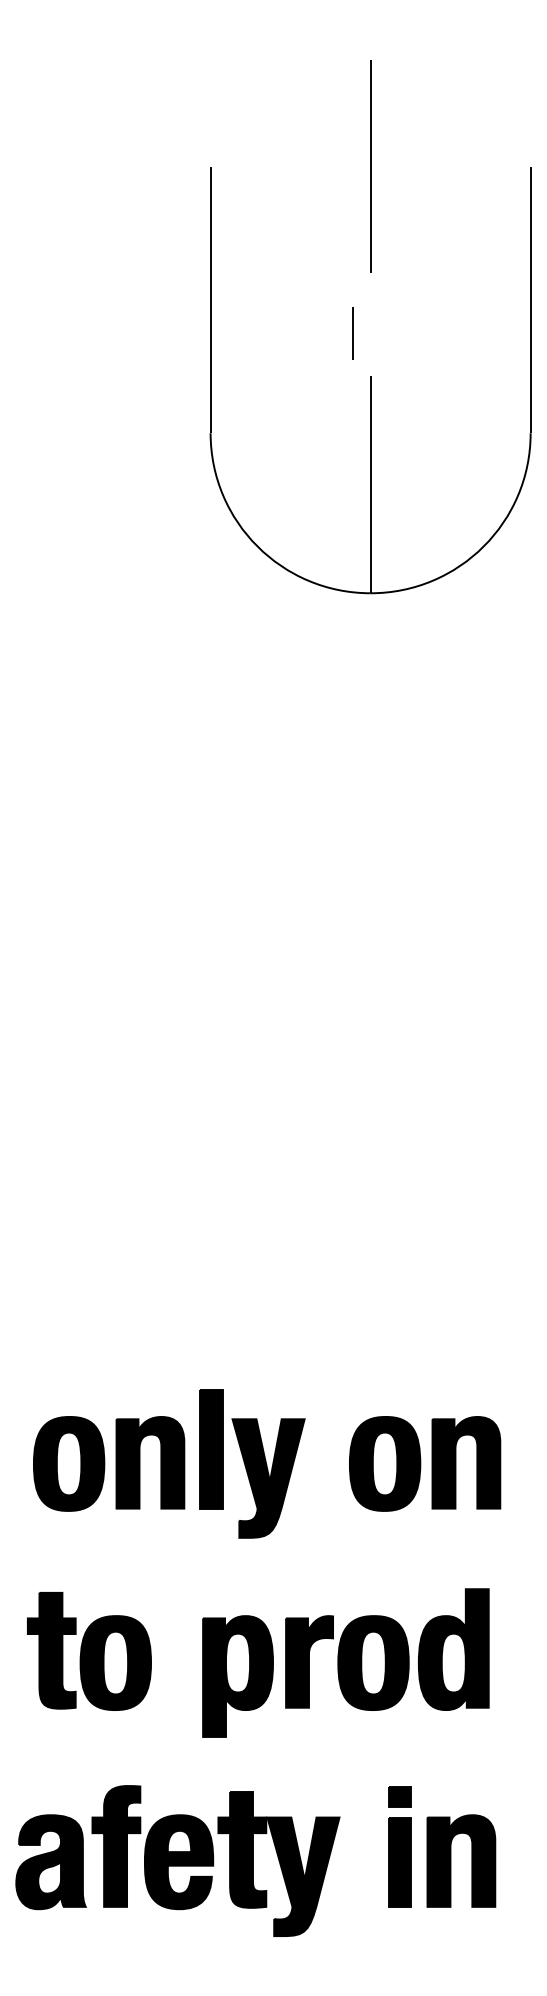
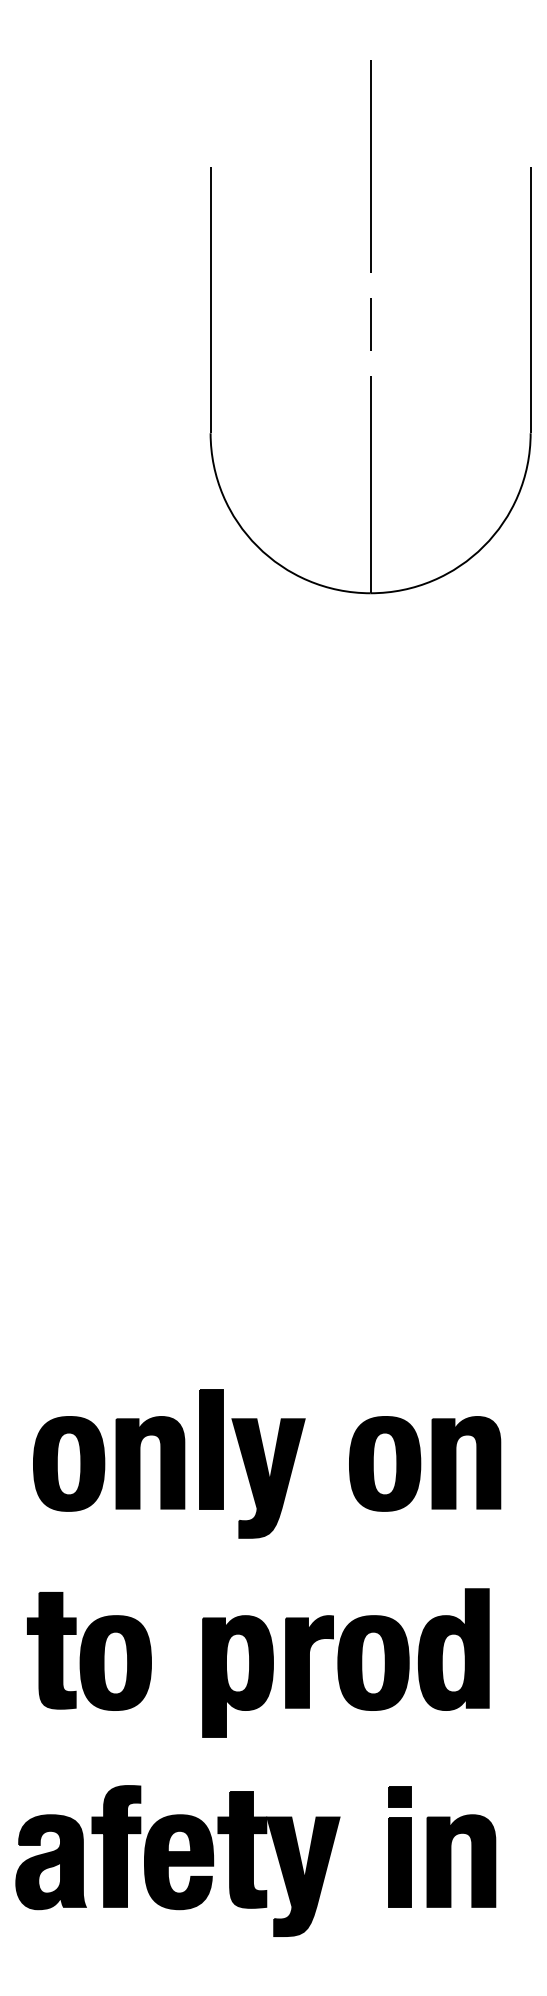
line at (352, 333) position: (352, 333) -> (370, 324)
